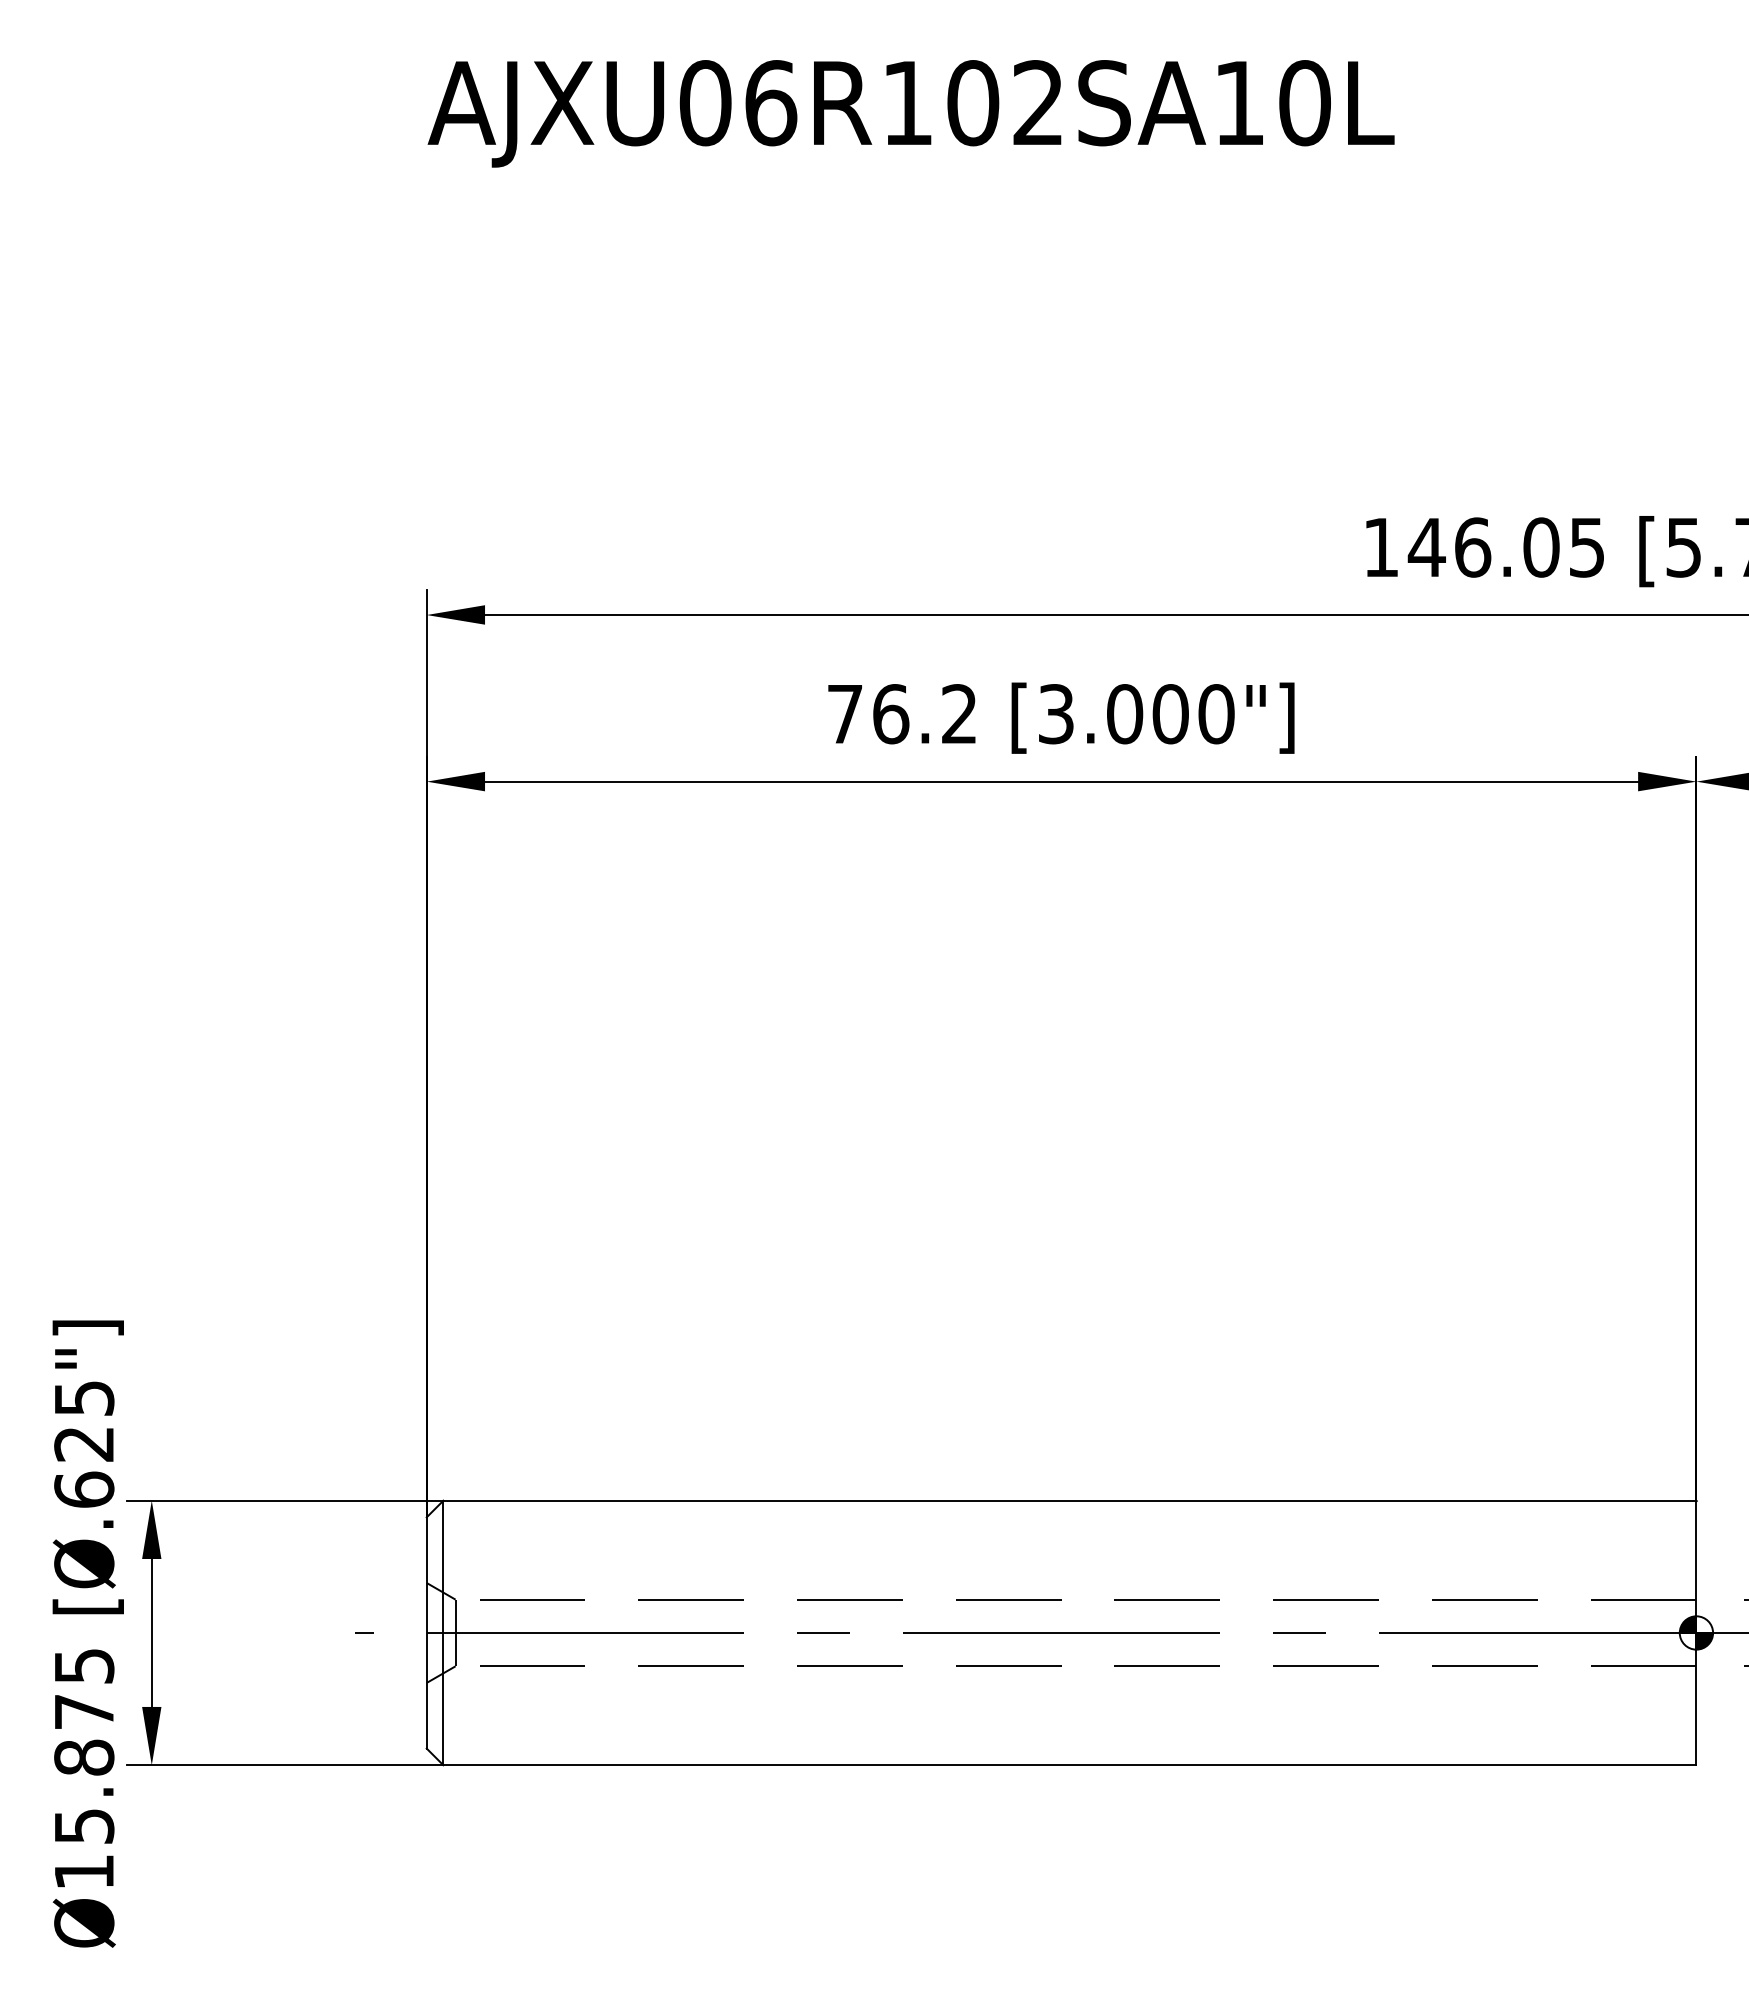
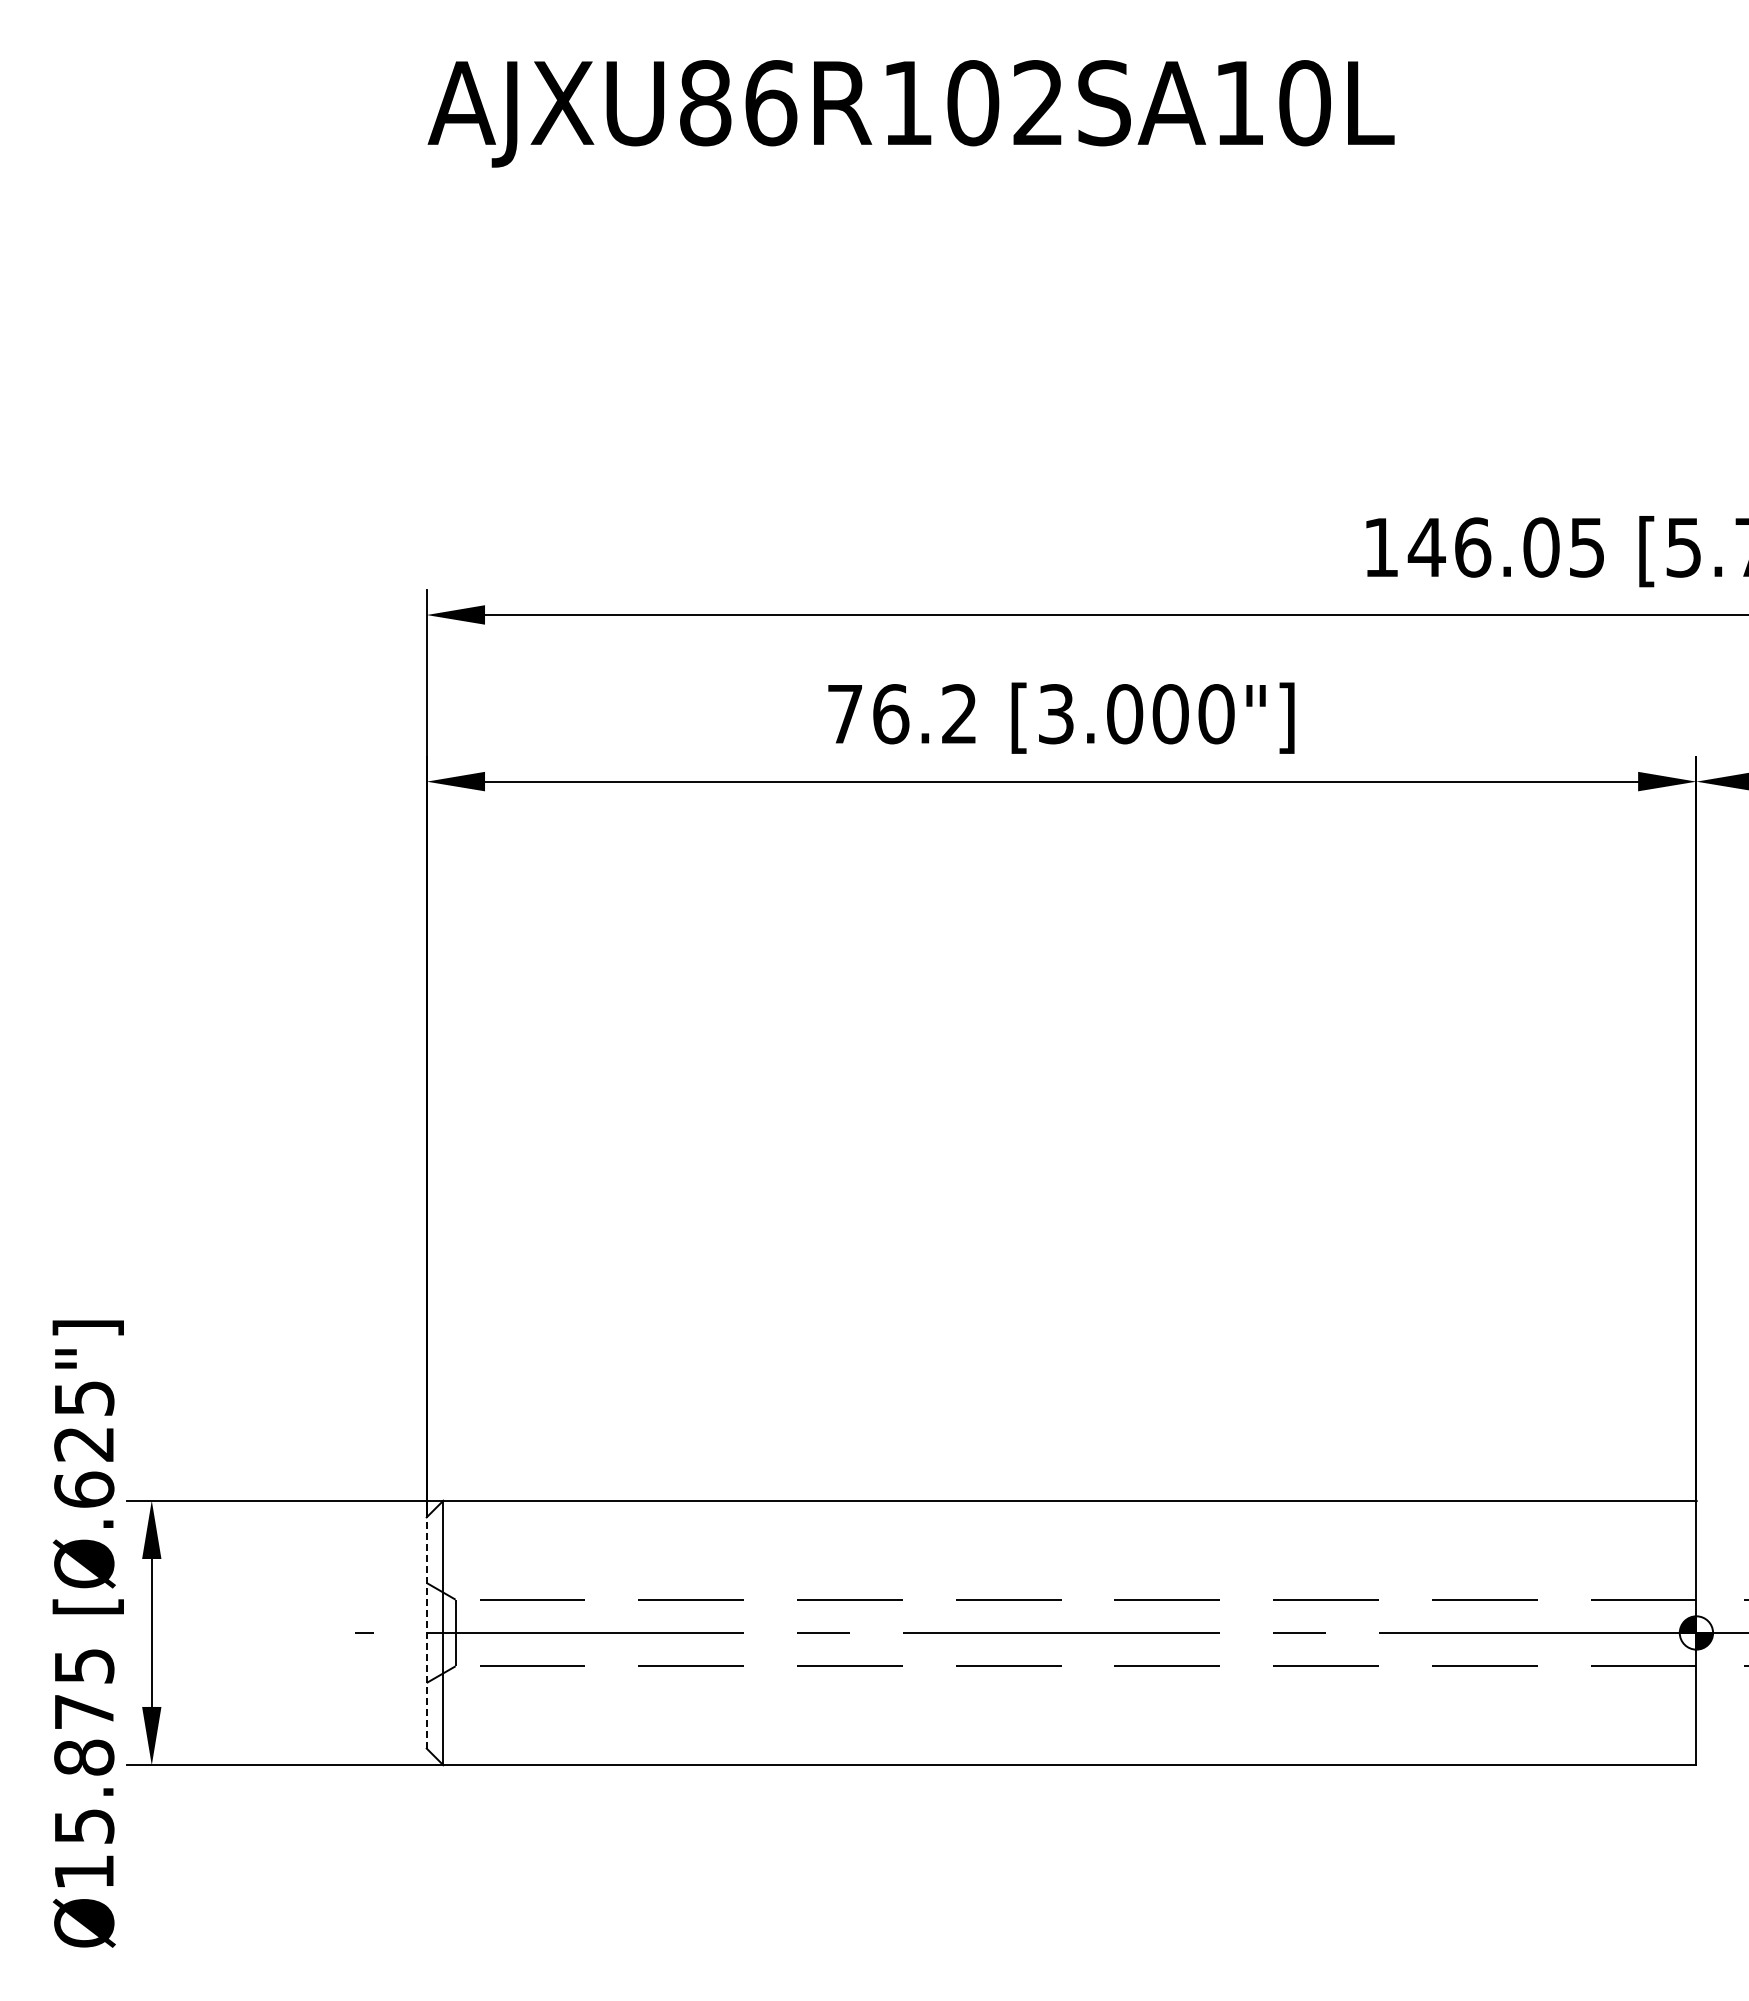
text at (705, 103): AJXU06R102SA10L -> AJXU86R102SA10L
line at (426, 1632): solid -> dashed
